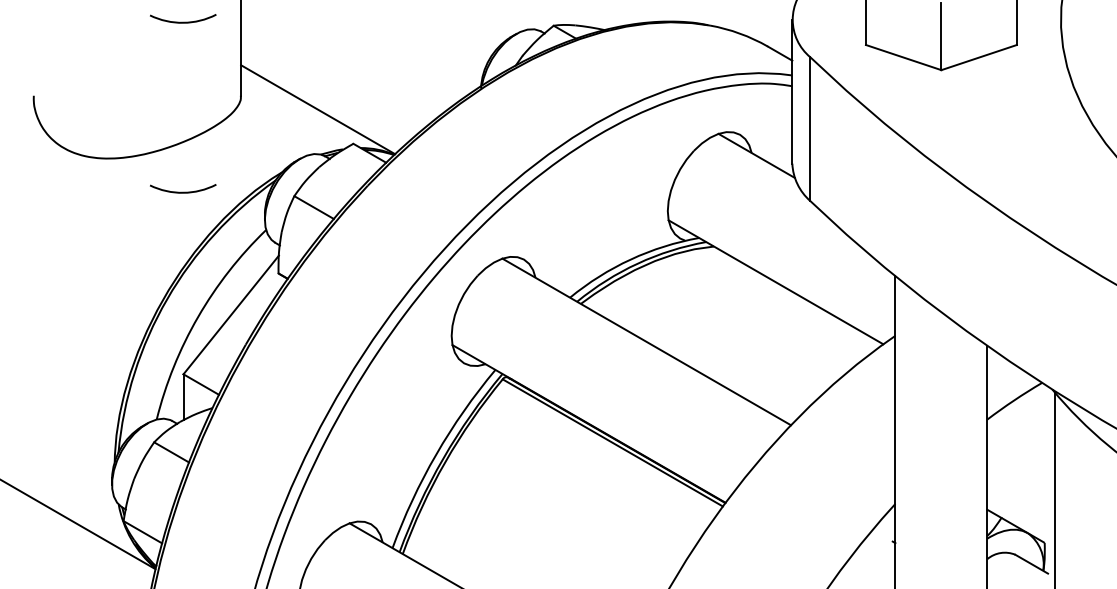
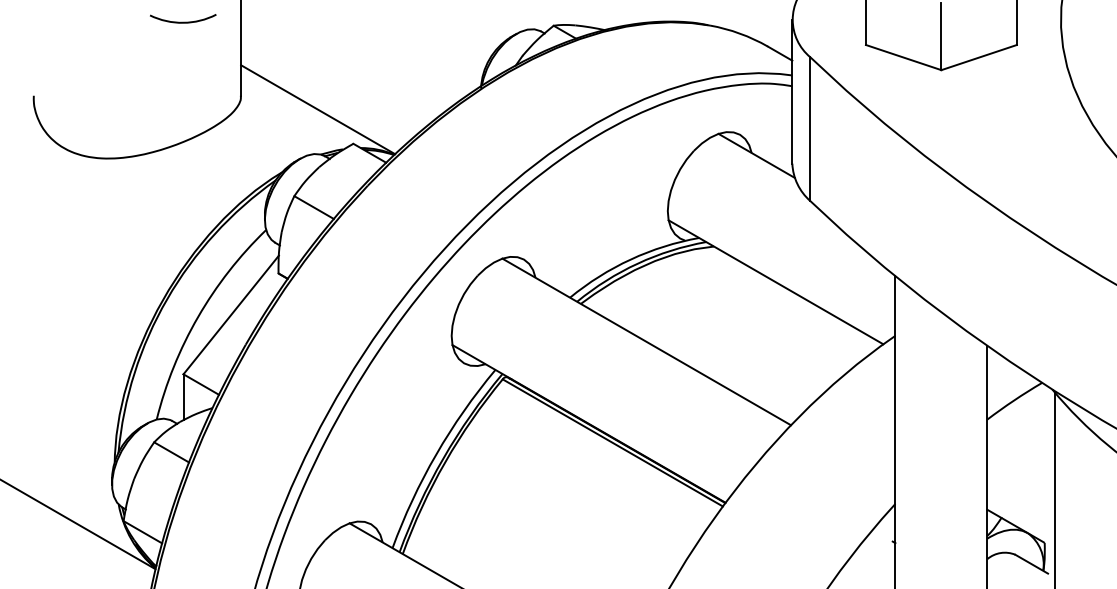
arc at (183, 191): present -> none
